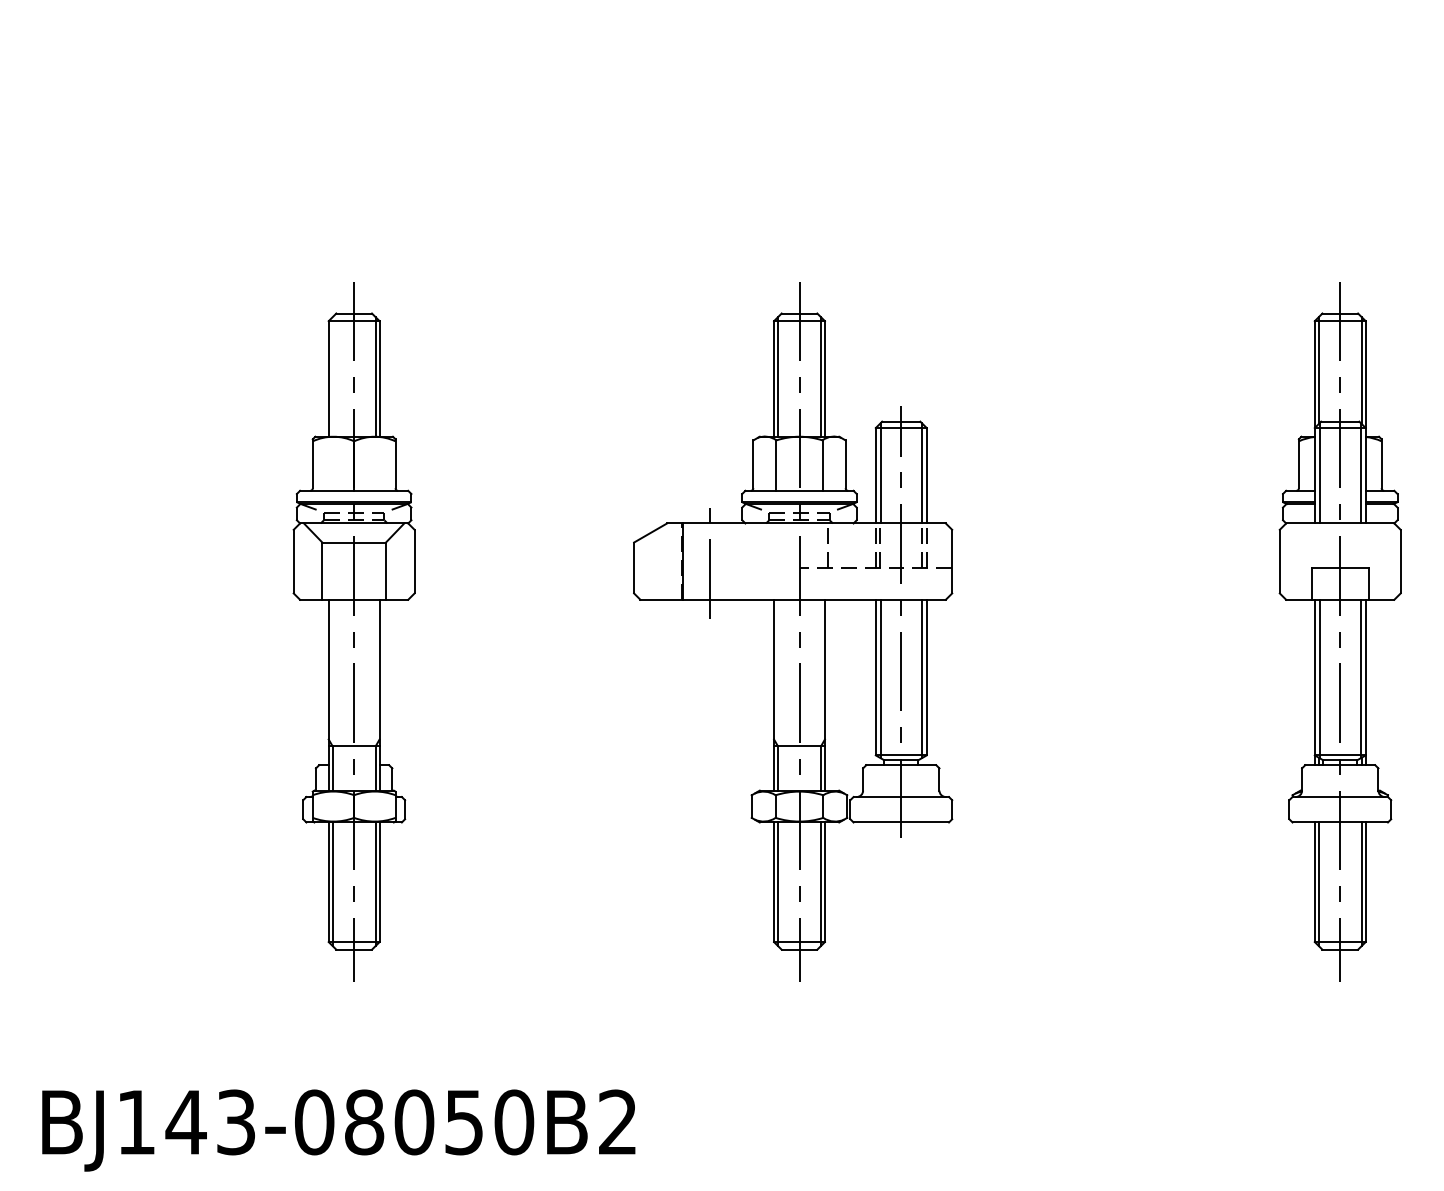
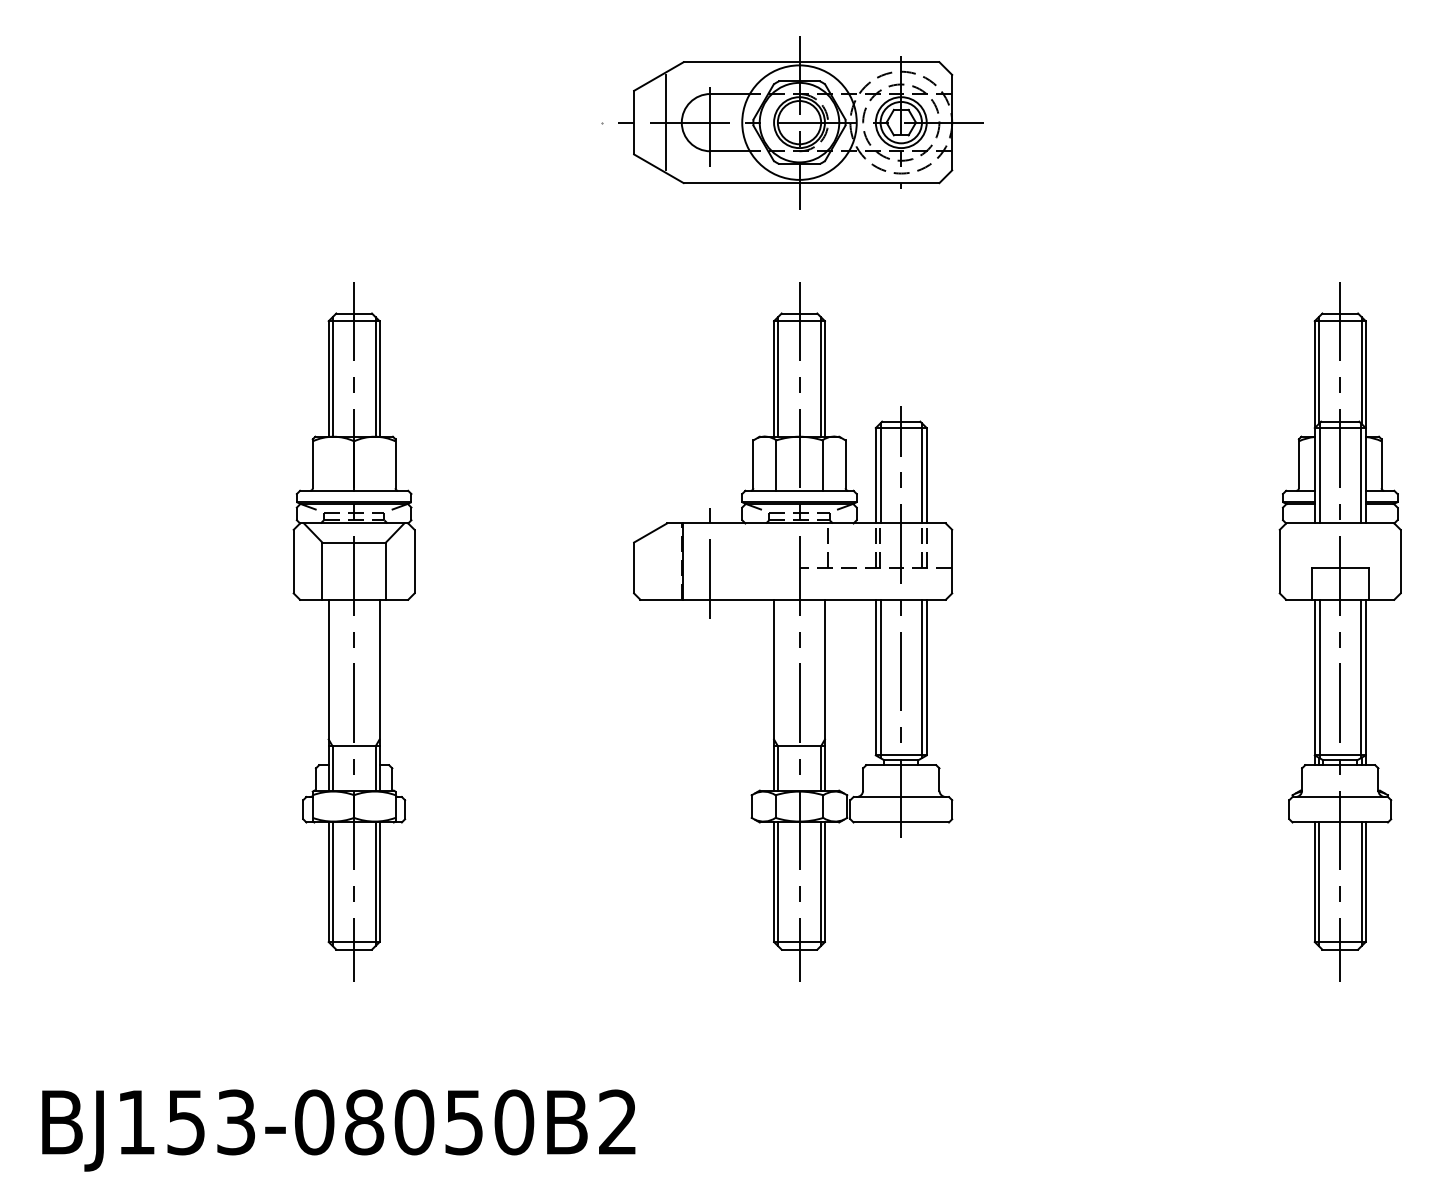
part at (792, 122): none -> present
line at (332, 376): none -> present
text at (185, 1122): BJ143-08050B2 -> BJ153-08050B2
